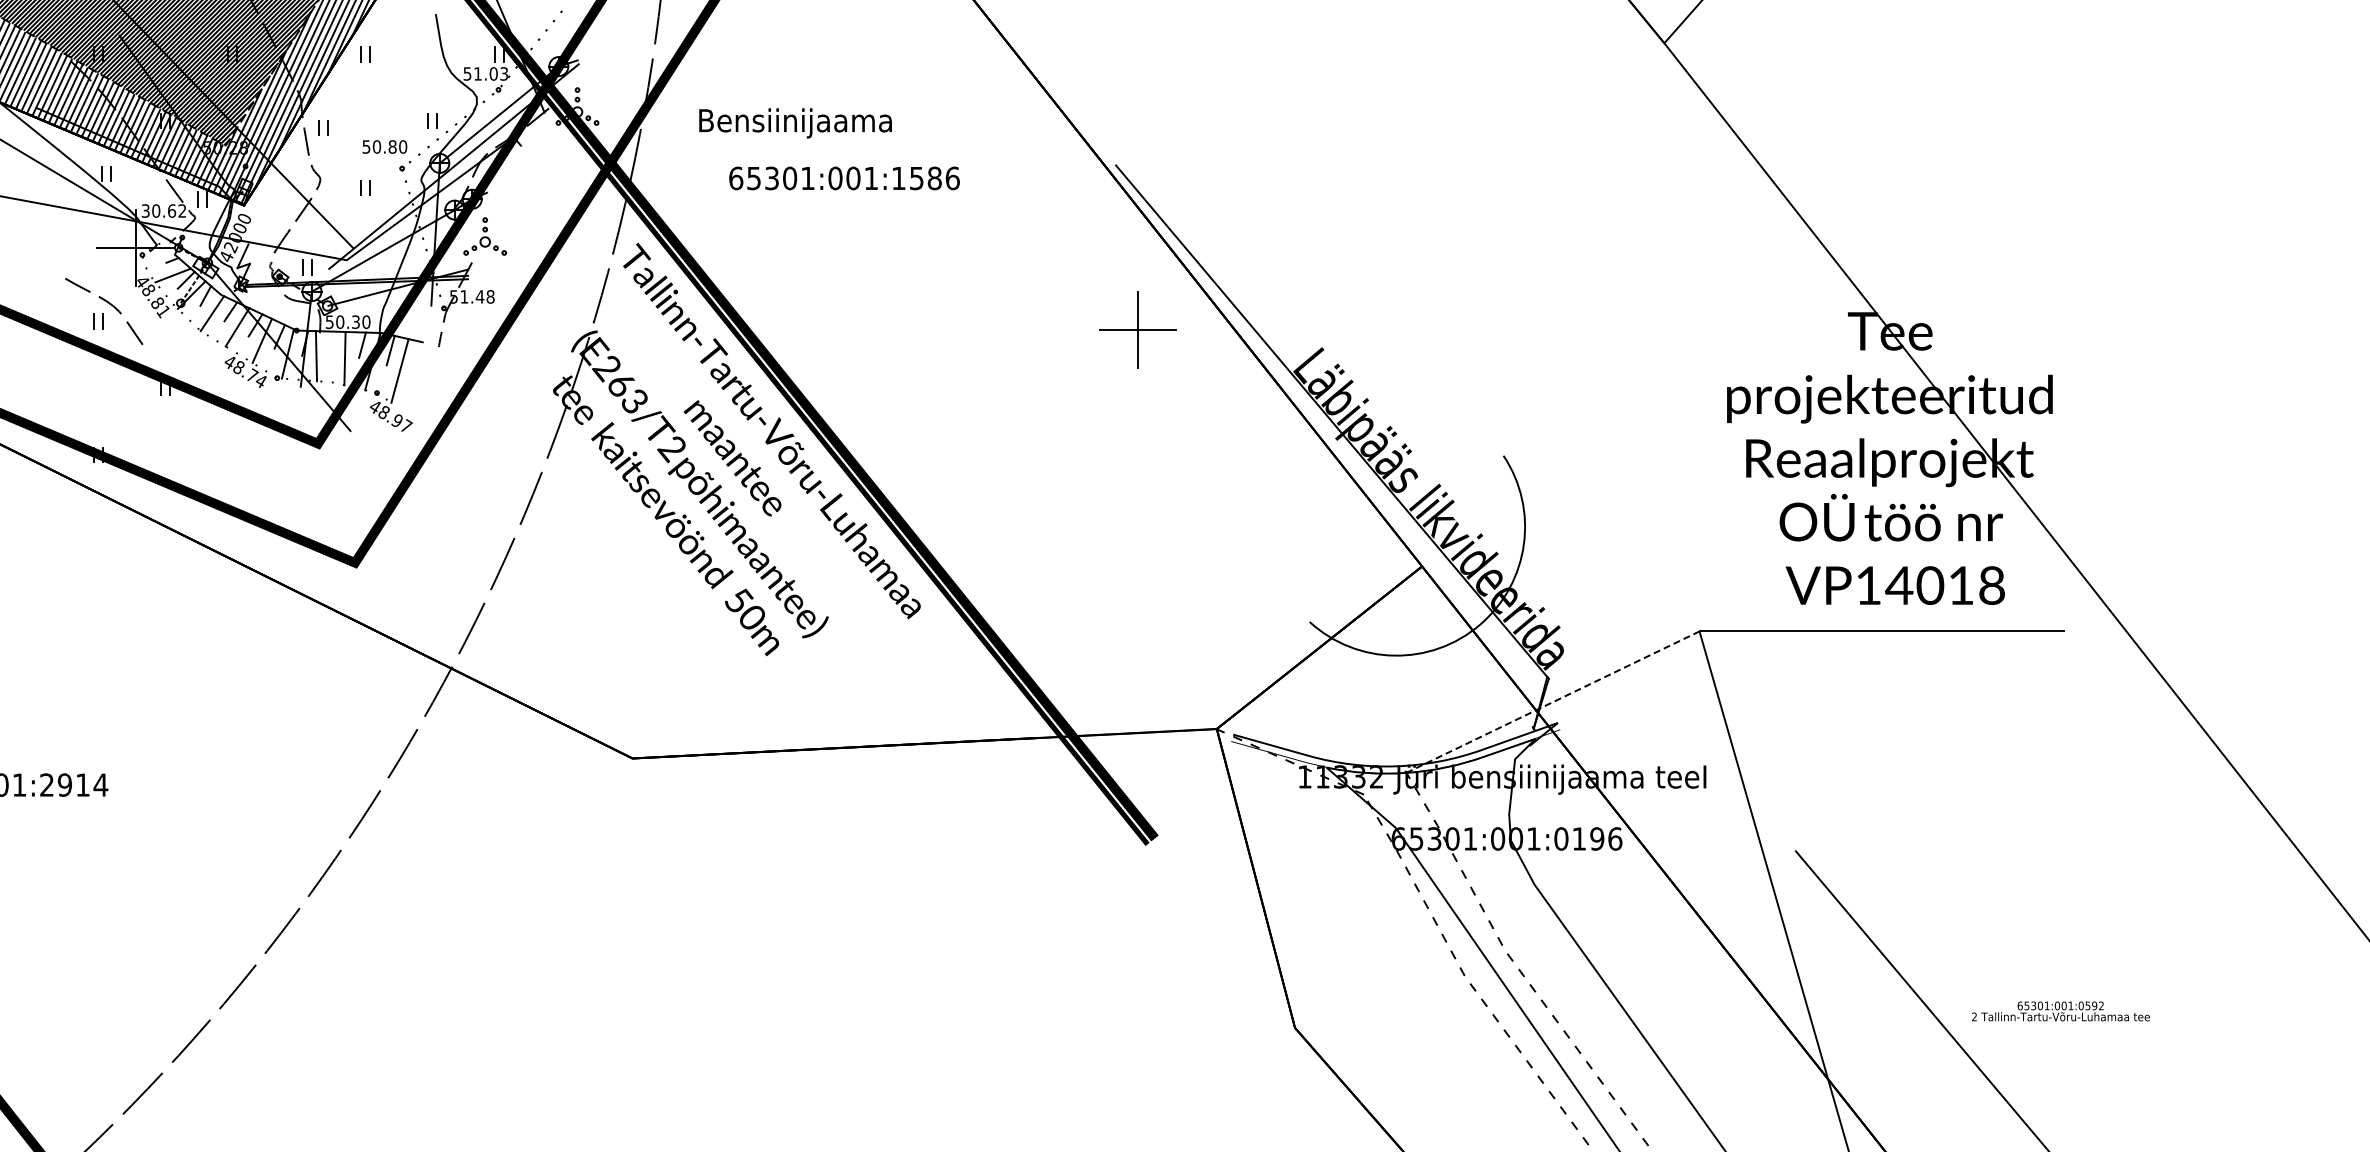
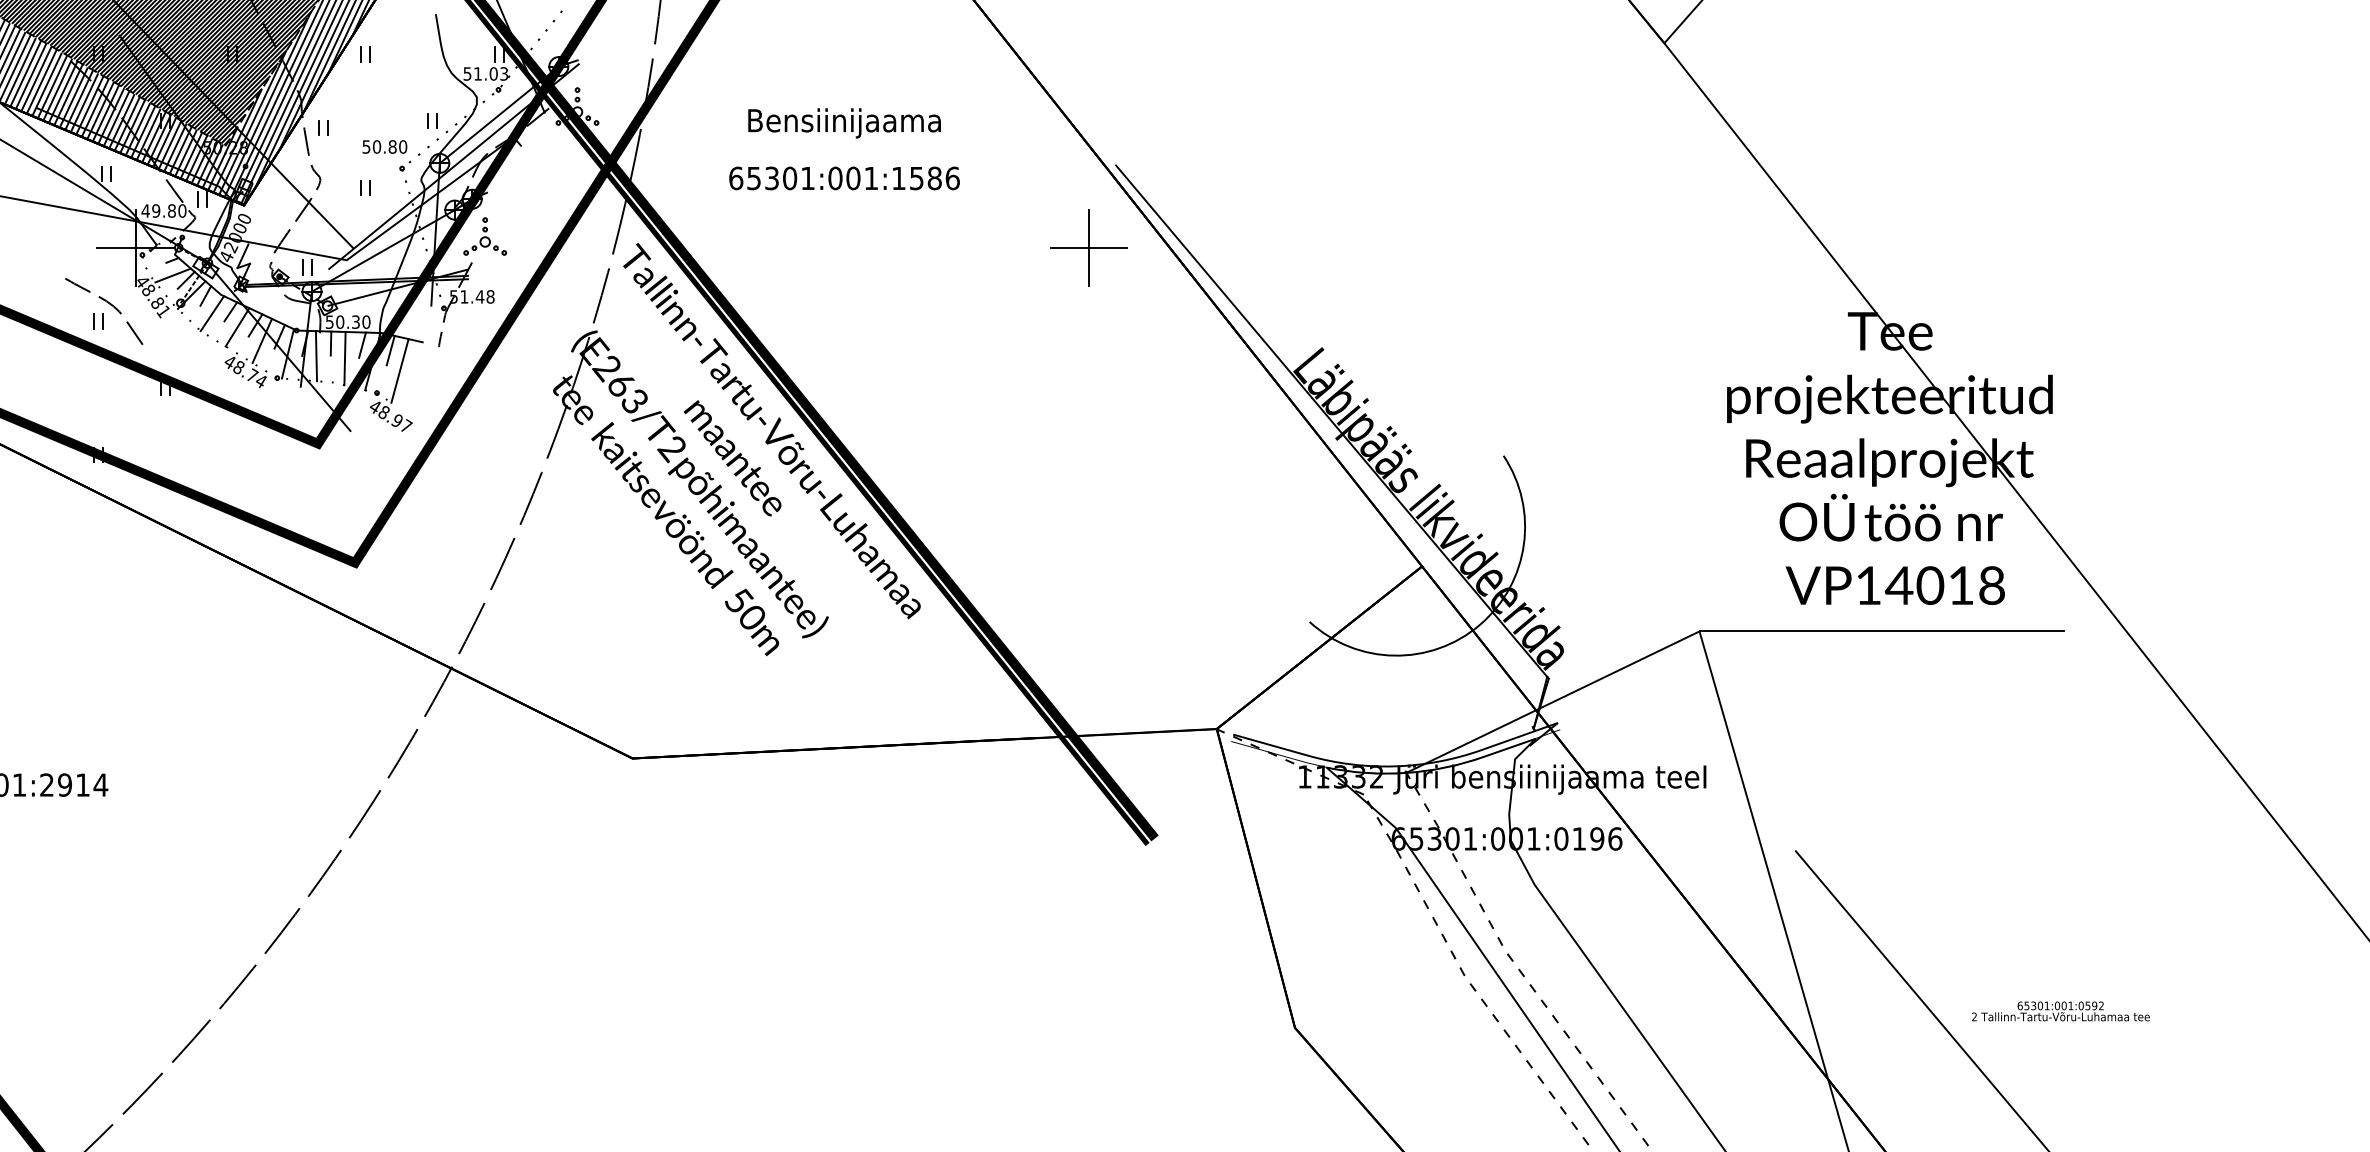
text at (795, 123) position: (795, 123) -> (844, 123)
text at (163, 210): 30.62 -> 49.80
part at (1137, 329) position: (1137, 329) -> (1088, 247)
line at (330, 343): none -> present
line at (1552, 702): dashed -> solid
